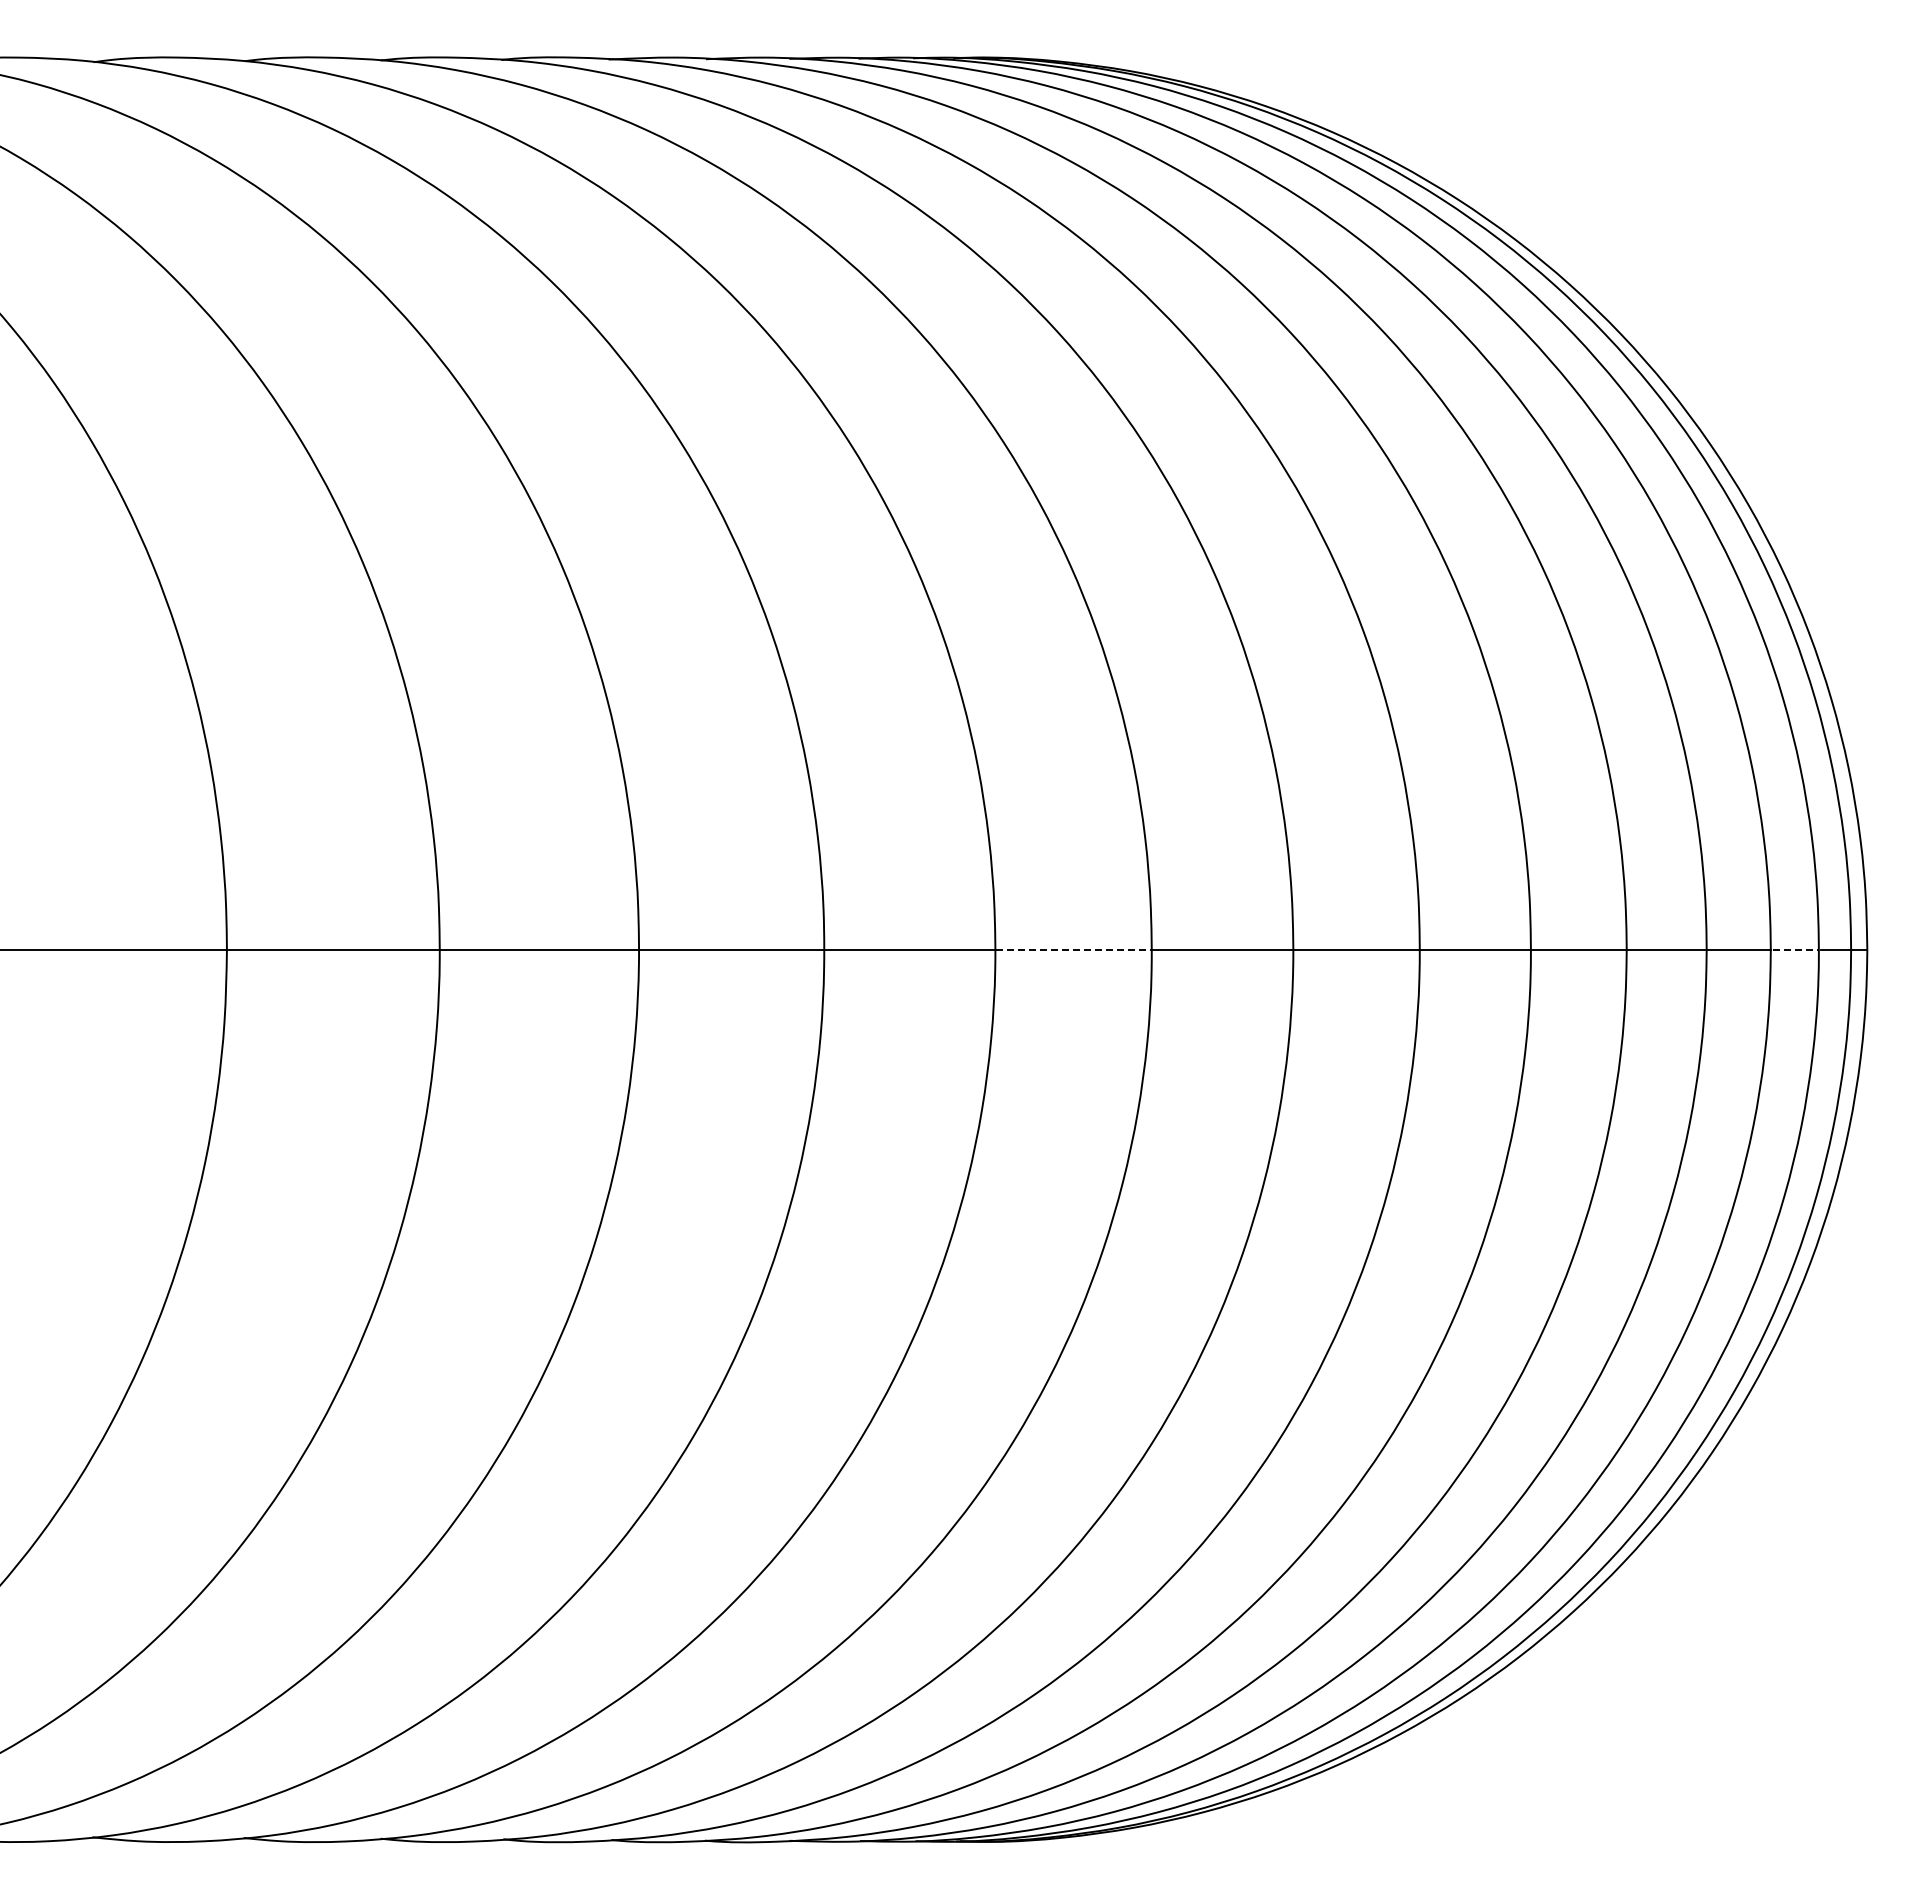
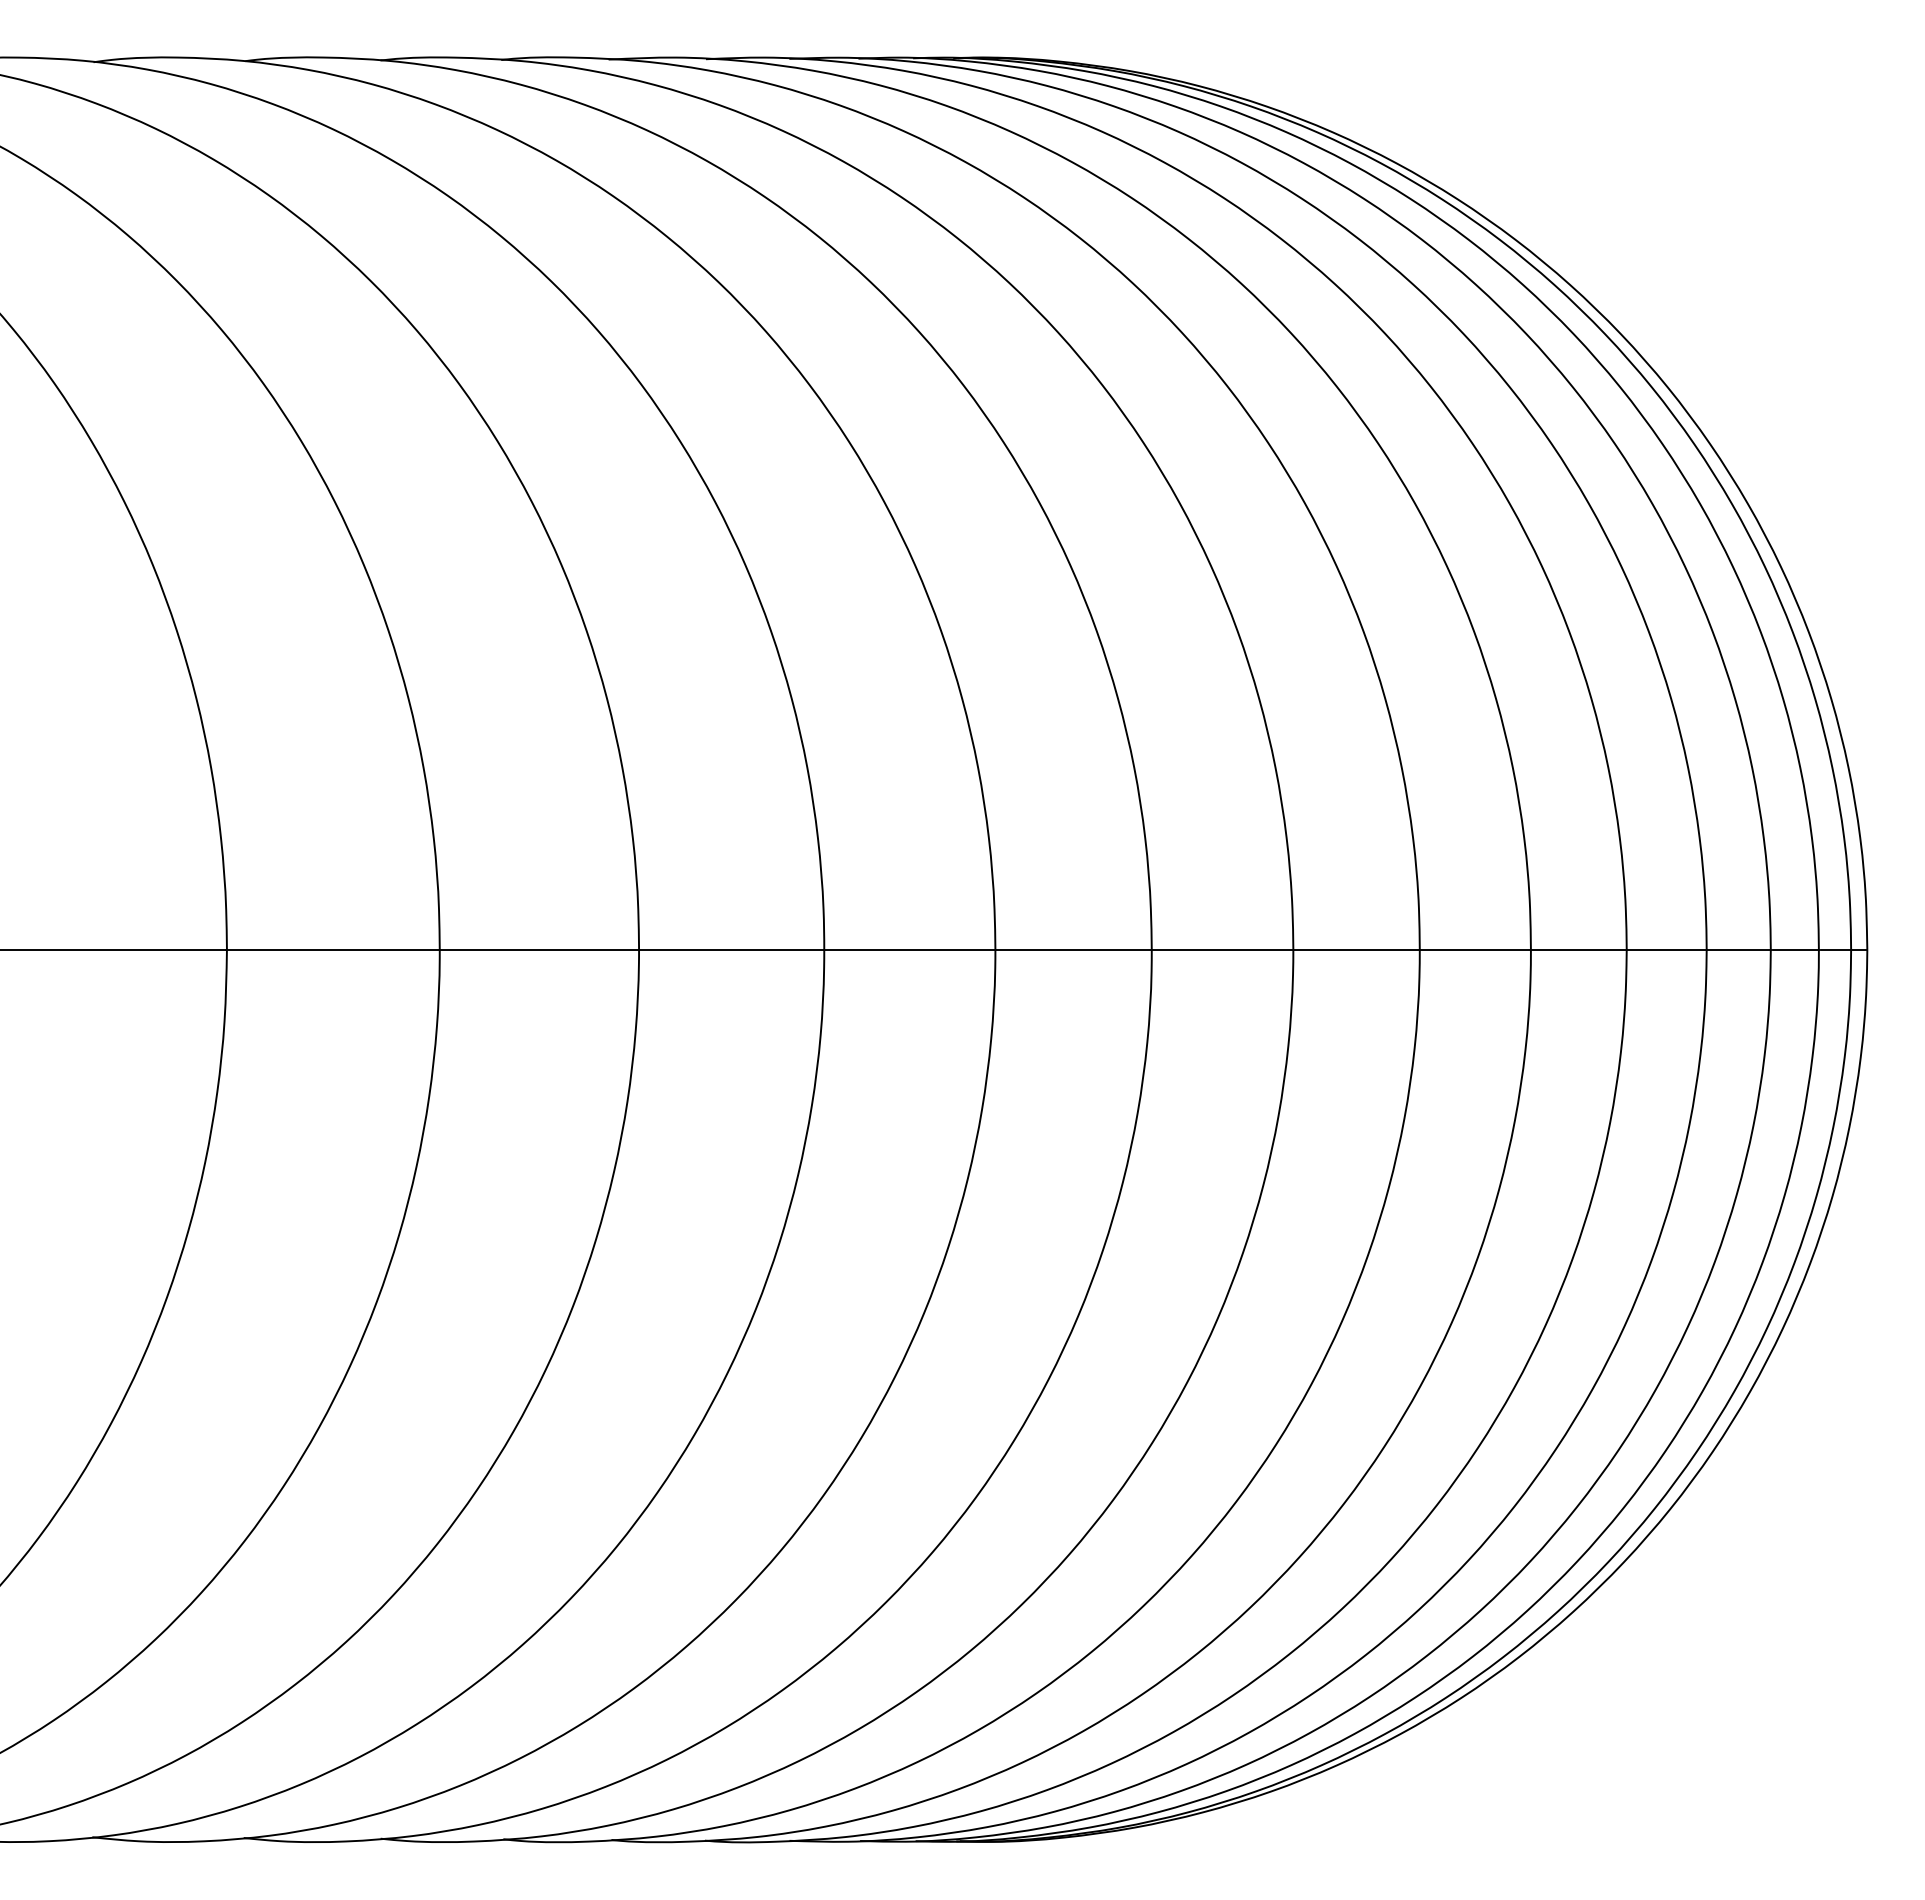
line at (1074, 949): dashed -> solid
line at (1795, 949): dashed -> solid
